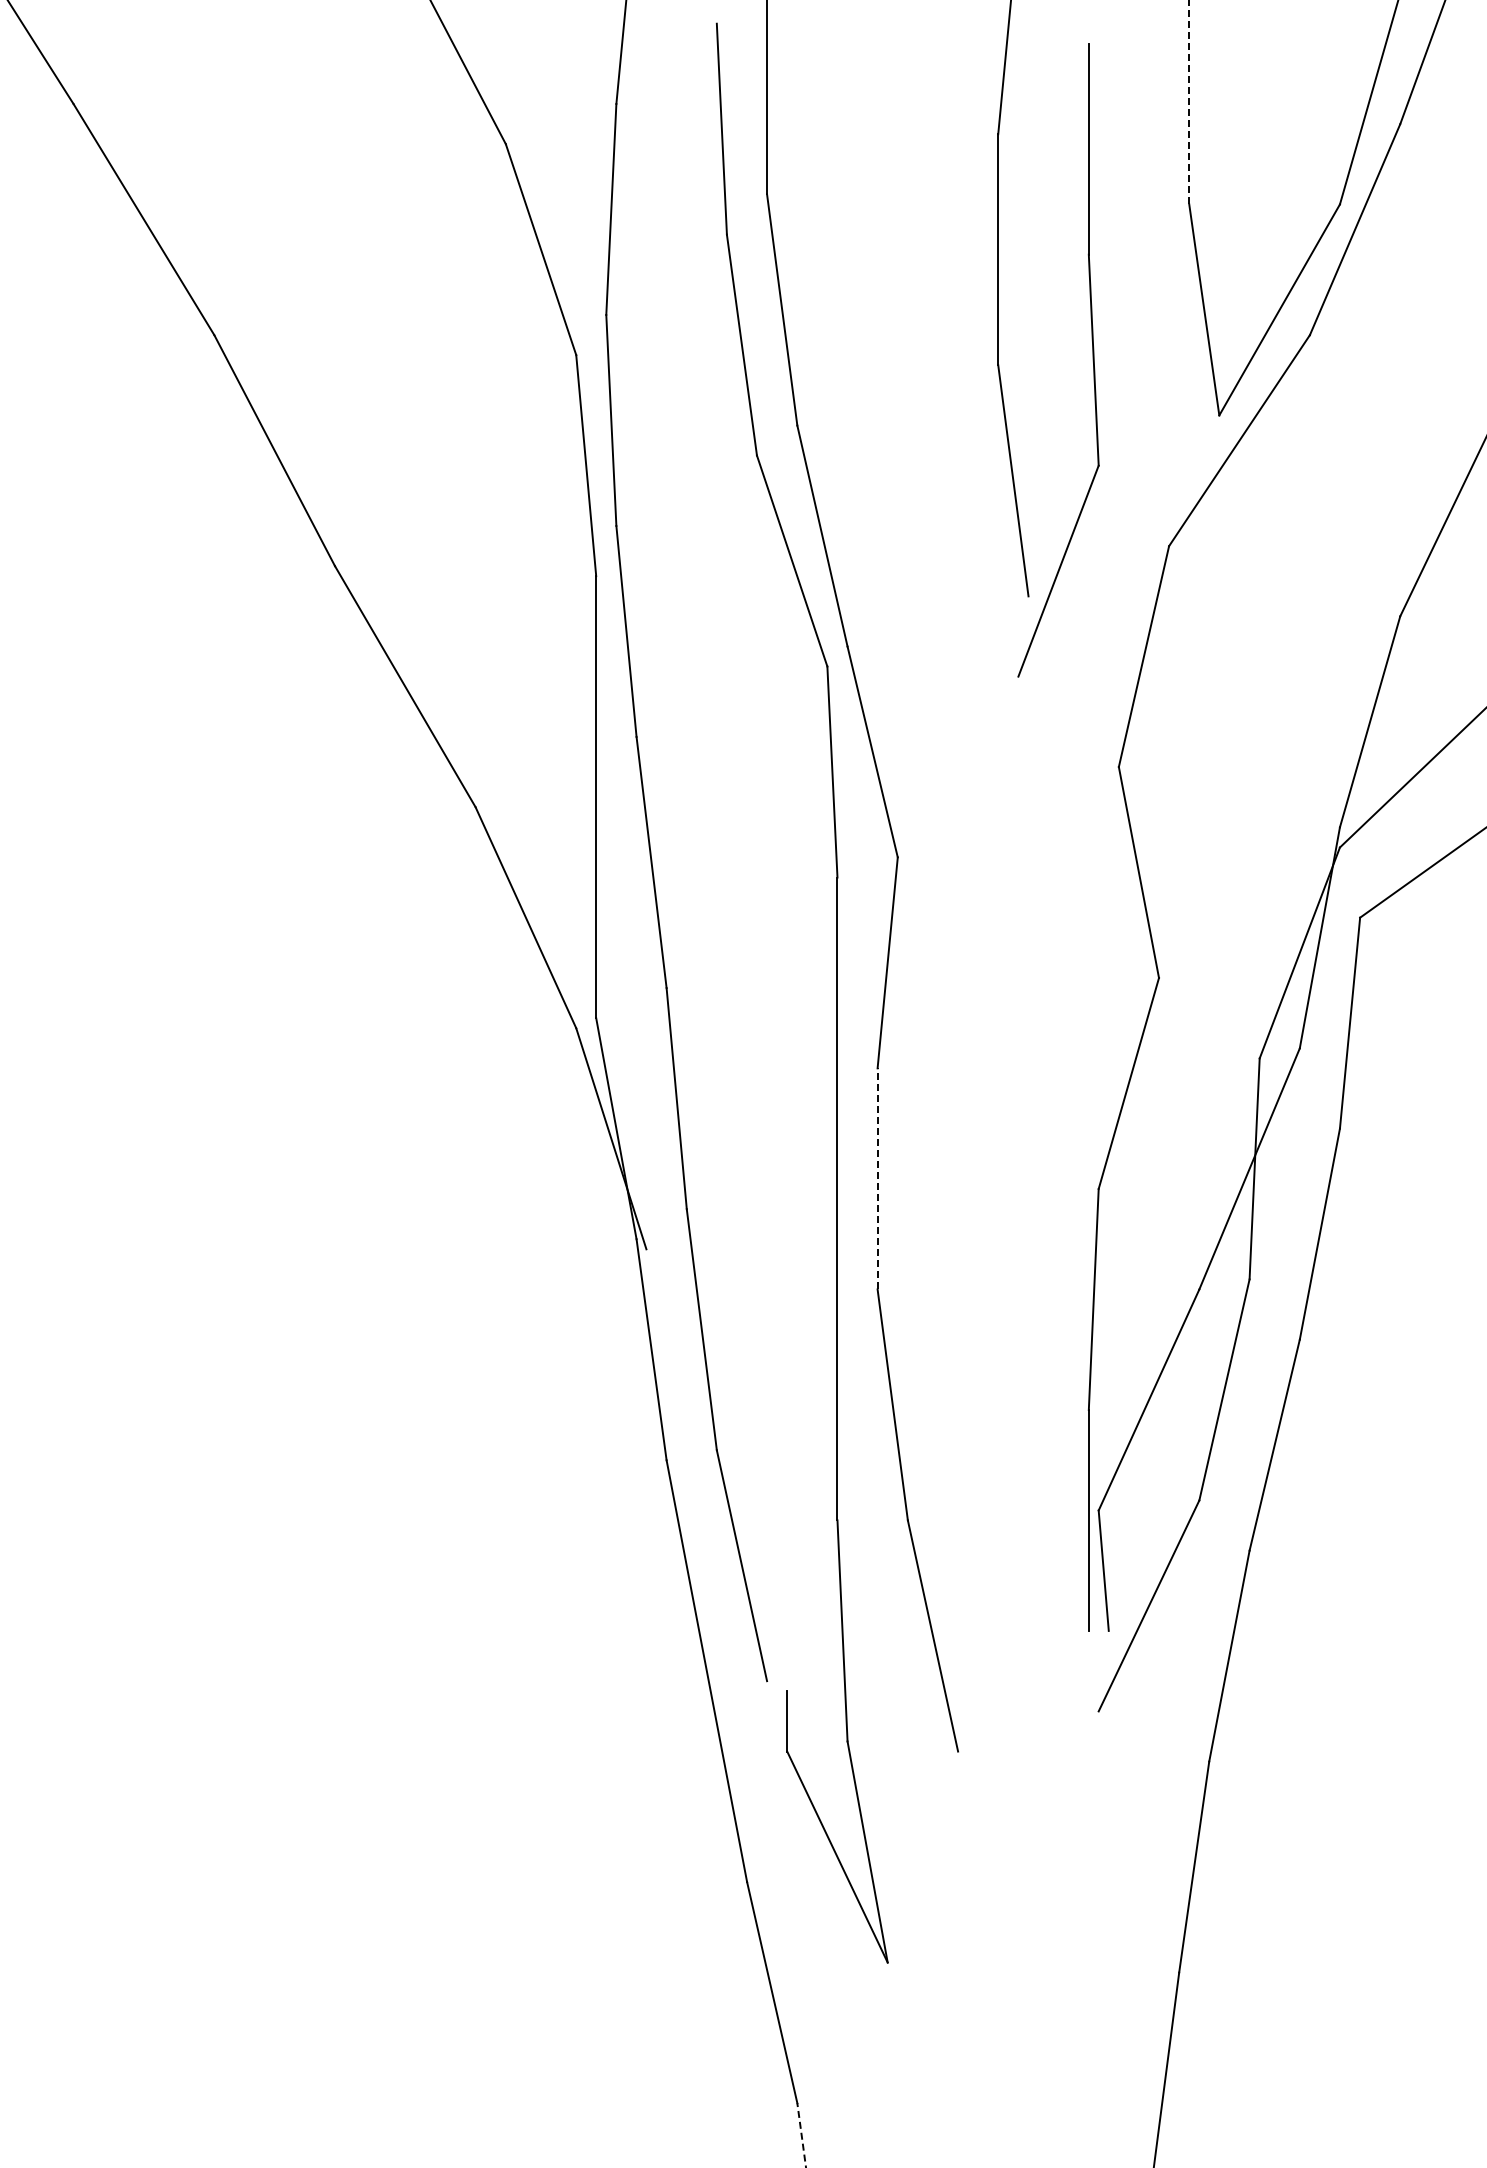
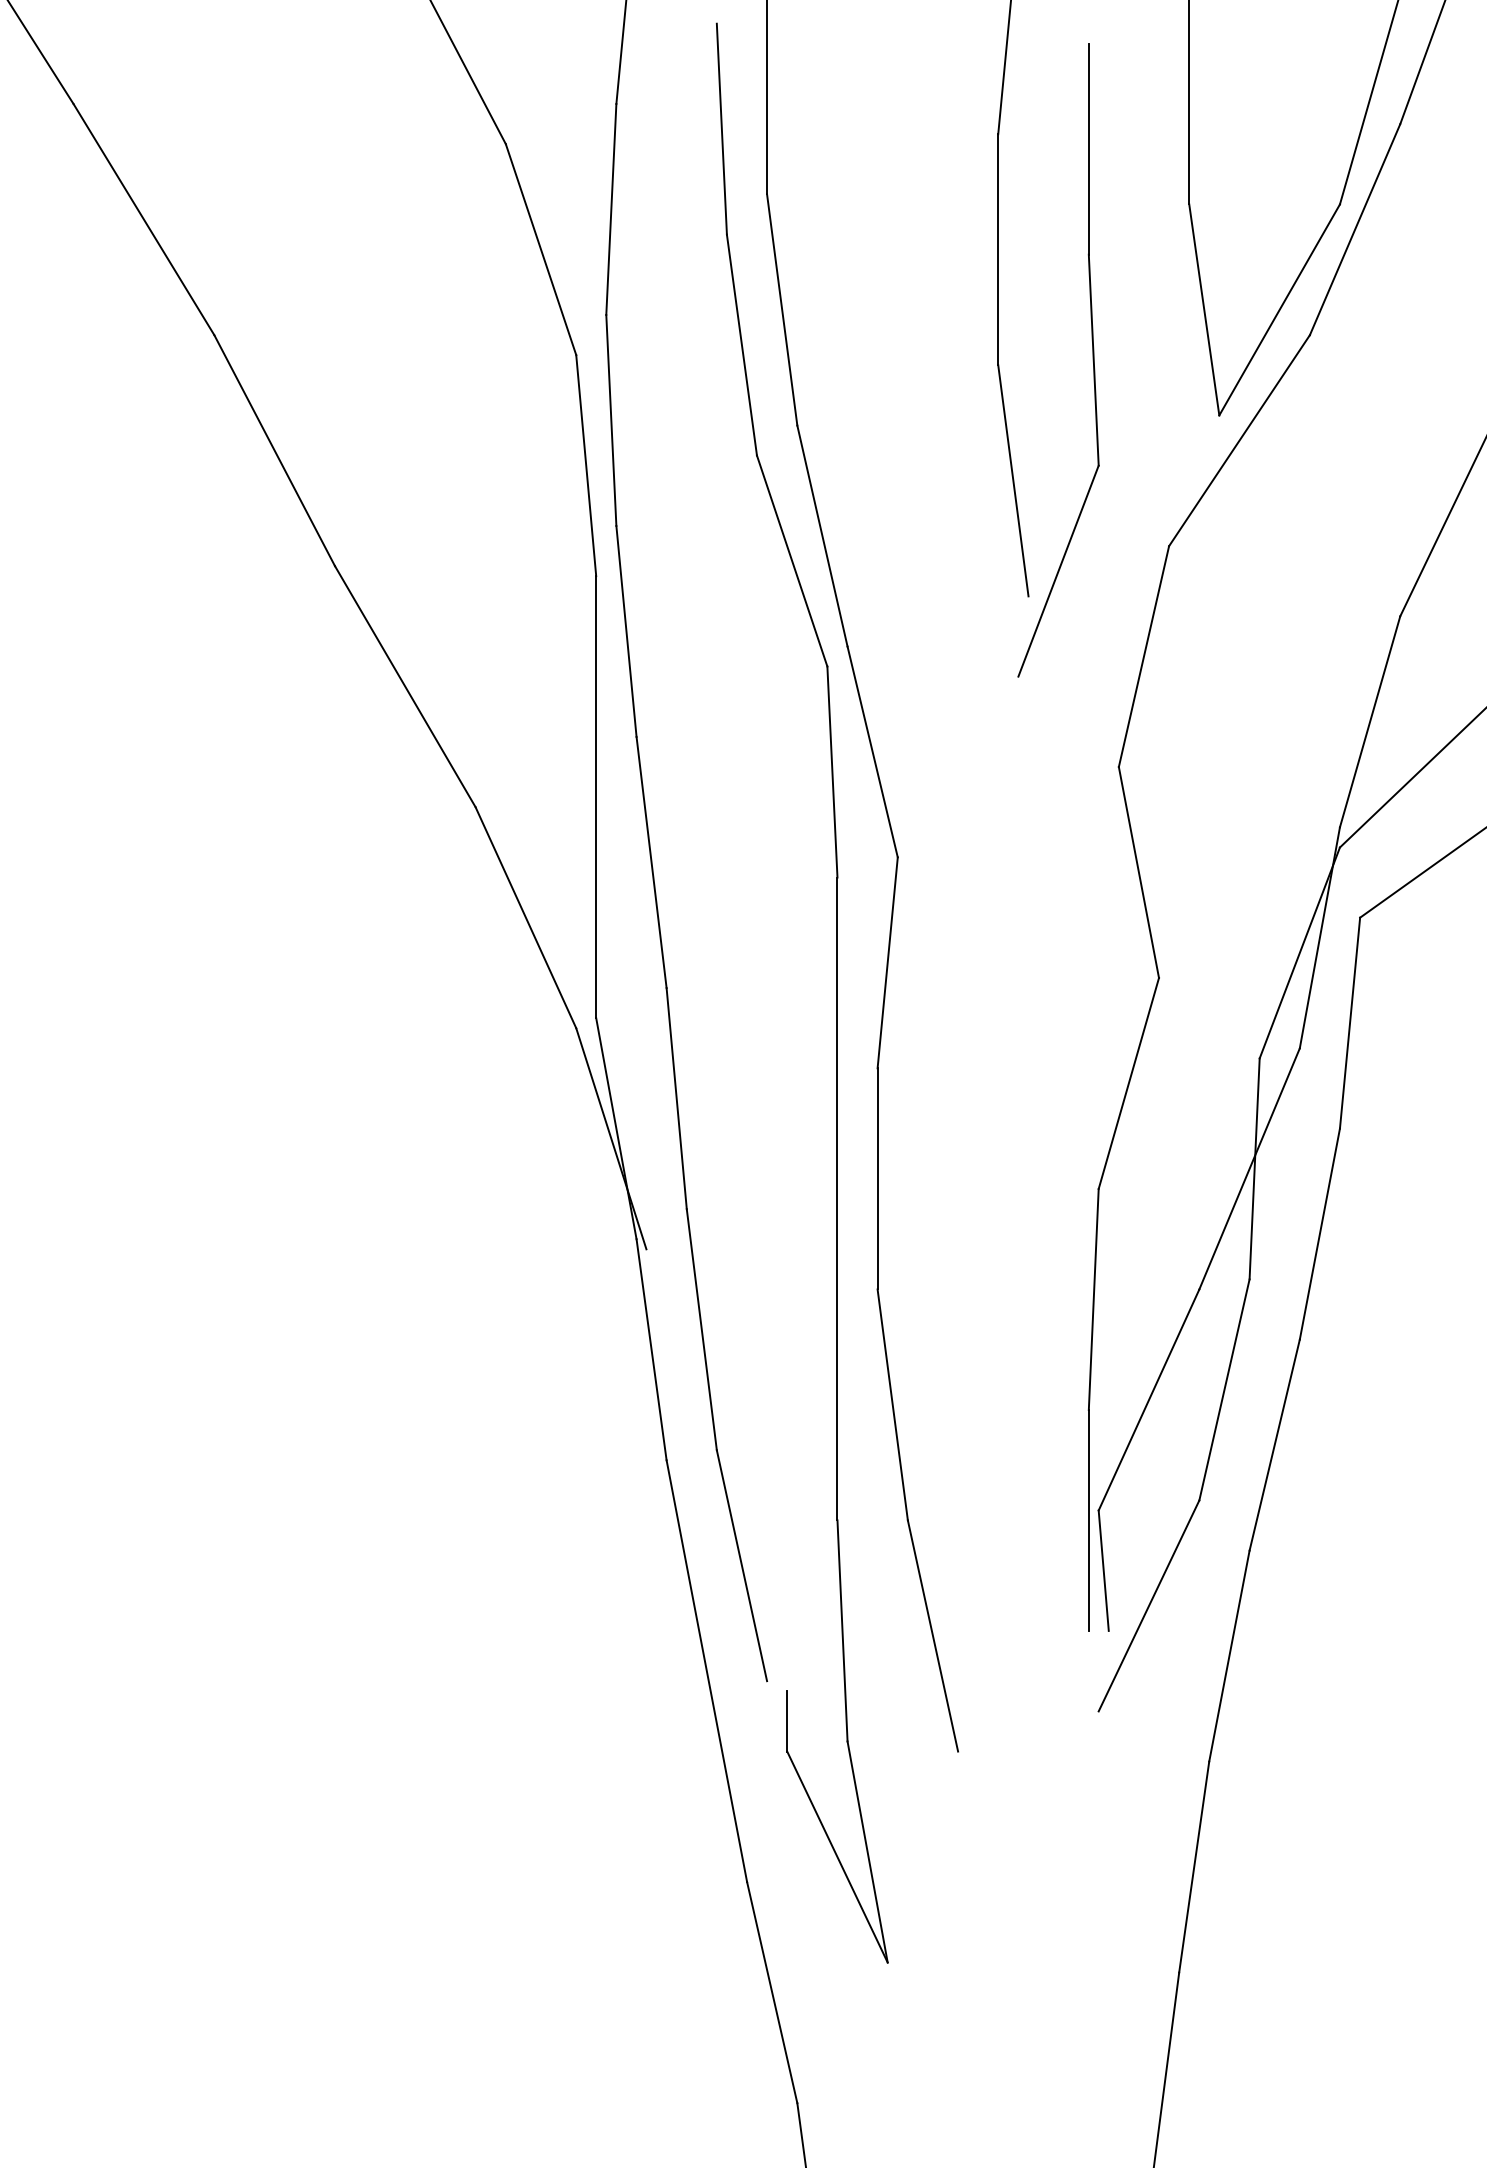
line at (1189, 102): dashed -> solid
line at (877, 1178): dashed -> solid
line at (801, 2134): dashed -> solid
